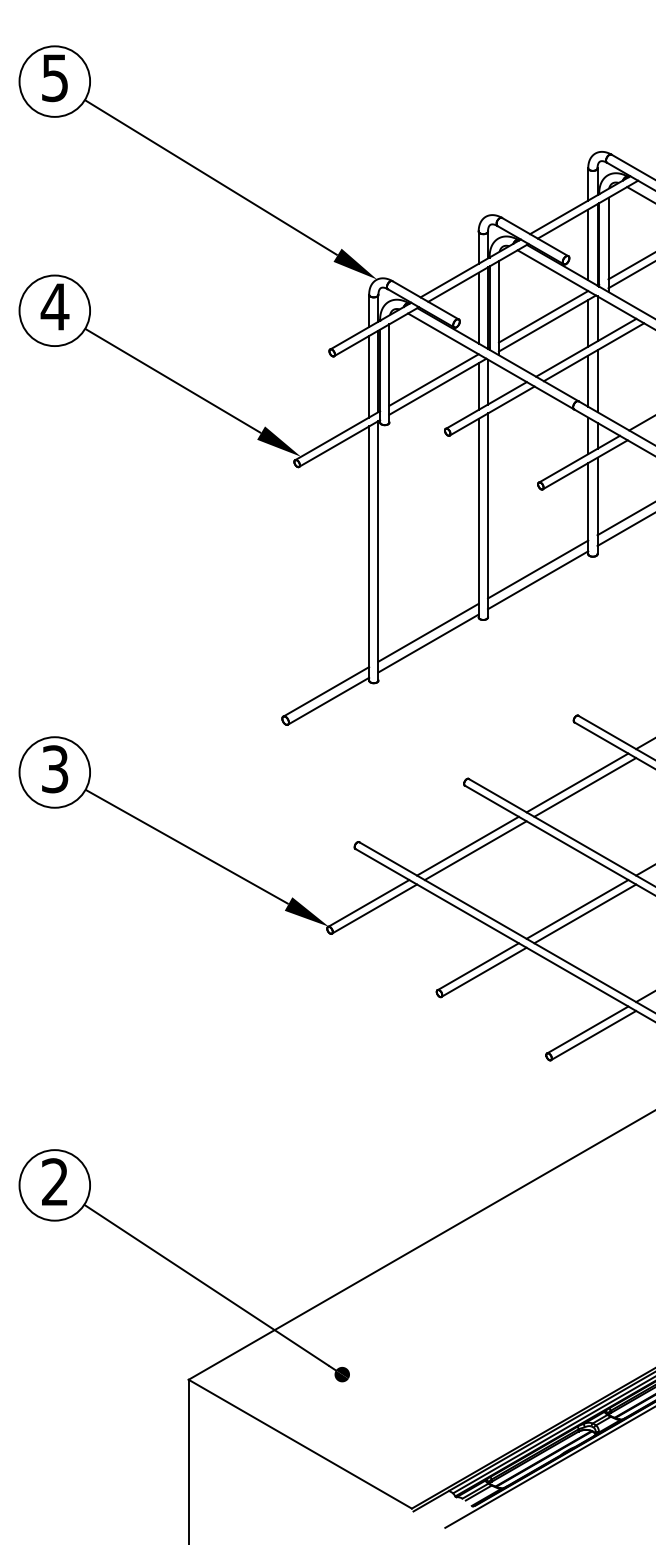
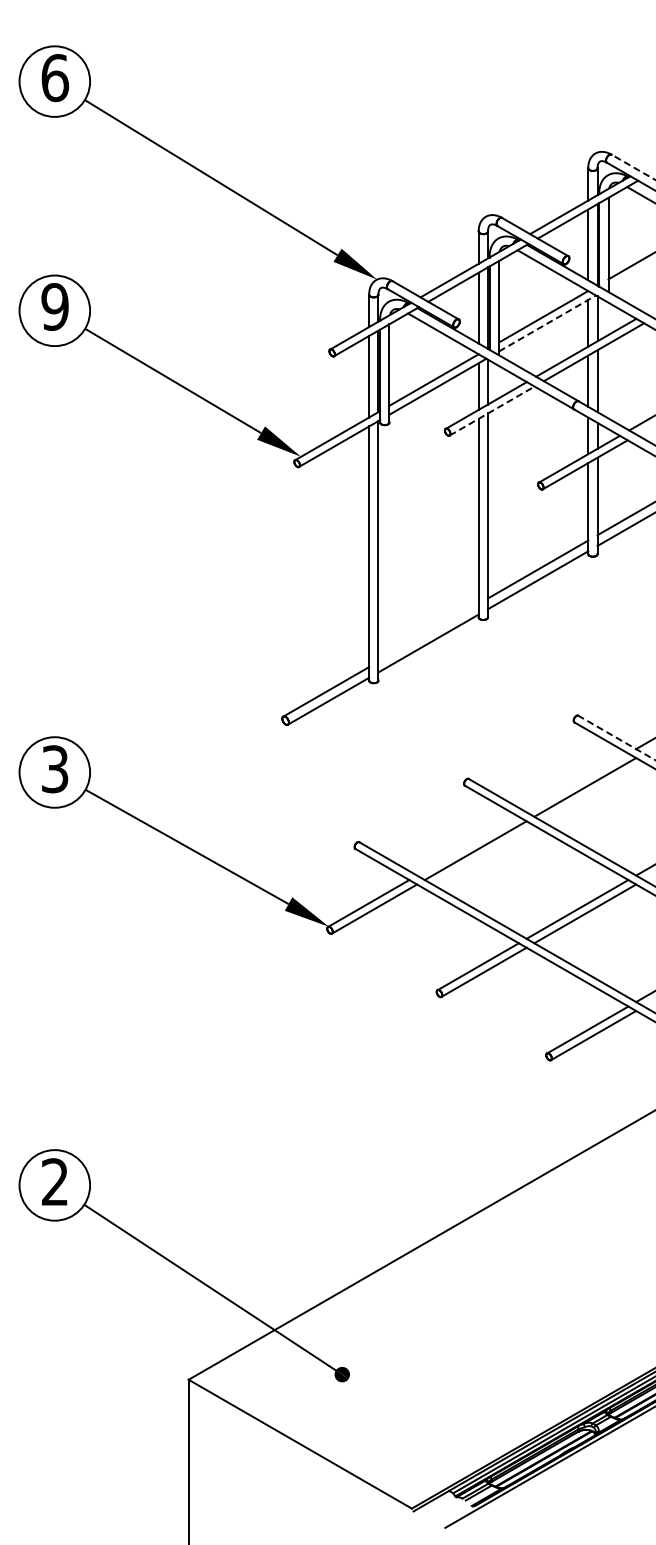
text at (55, 78): 5 -> 6
line at (633, 167): solid -> dashed
line at (630, 275): present -> none
text at (54, 306): 4 -> 9
line at (547, 323): solid -> dashed
line at (492, 410): solid -> dashed
line at (428, 632): present -> none
line at (616, 737): solid -> dashed
line at (577, 782): present -> none
line at (467, 845): present -> none
